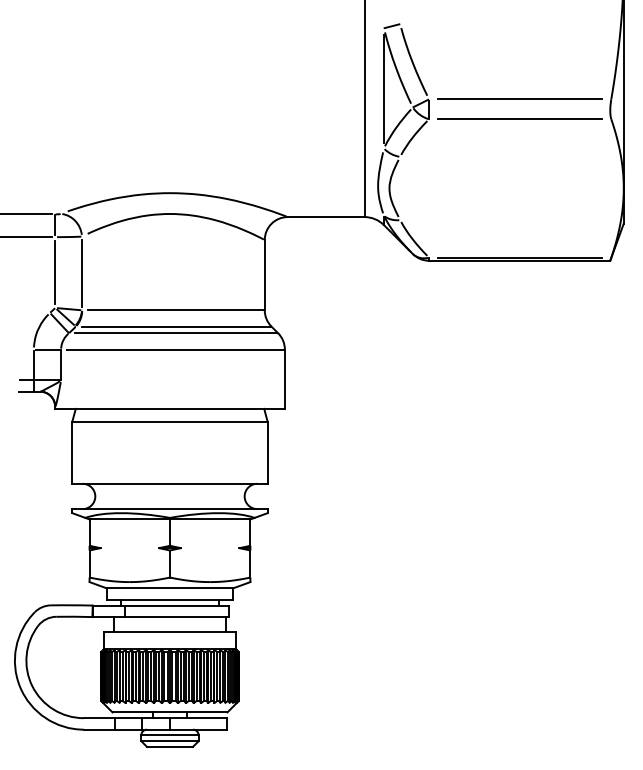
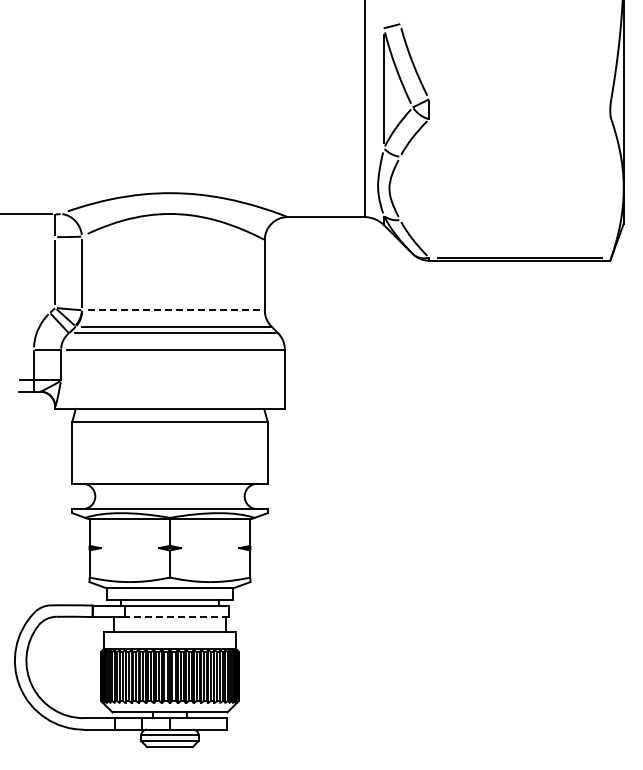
line at (519, 98): present -> none
line at (520, 119): present -> none
line at (27, 237): present -> none
line at (175, 310): solid -> dashed
line at (177, 617): solid -> dashed
